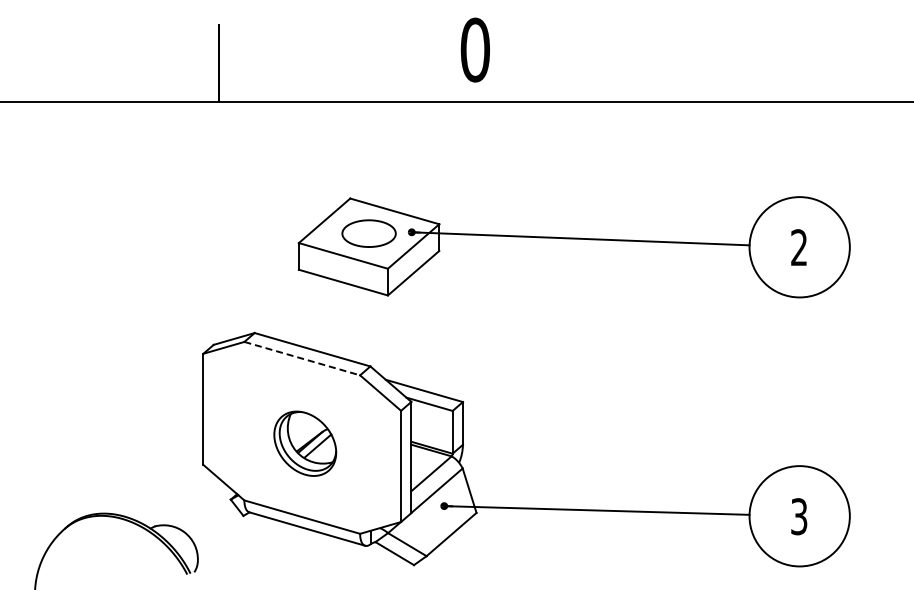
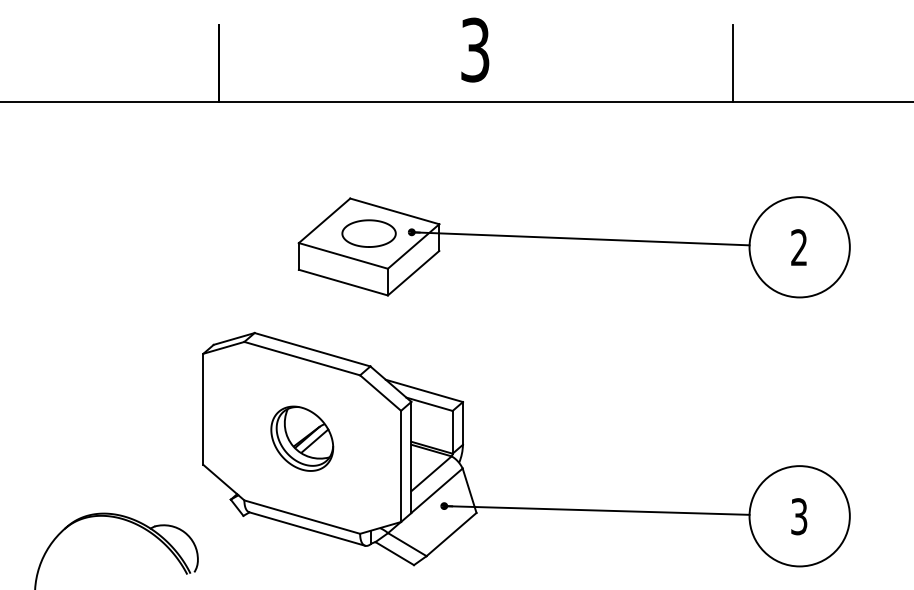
text at (474, 49): 0 -> 3
line at (733, 63): none -> present
line at (302, 358): dashed -> solid
part at (305, 443) position: (305, 443) -> (302, 438)
